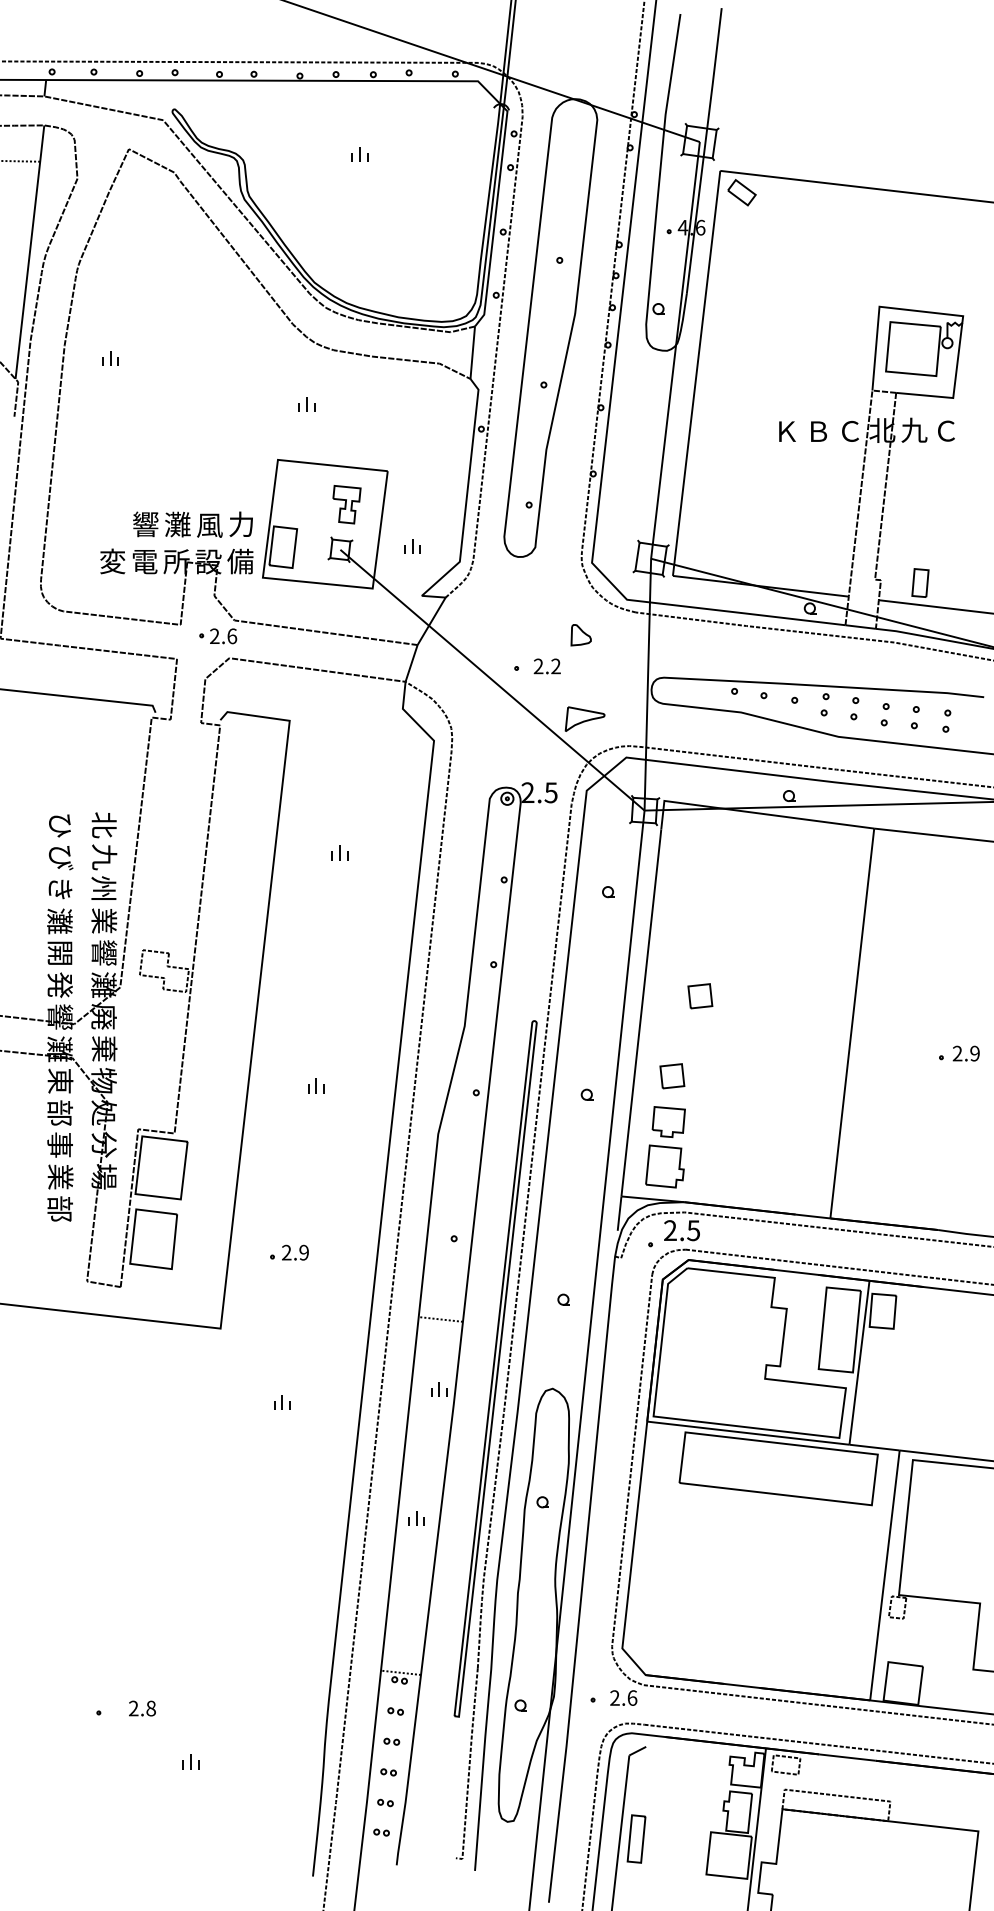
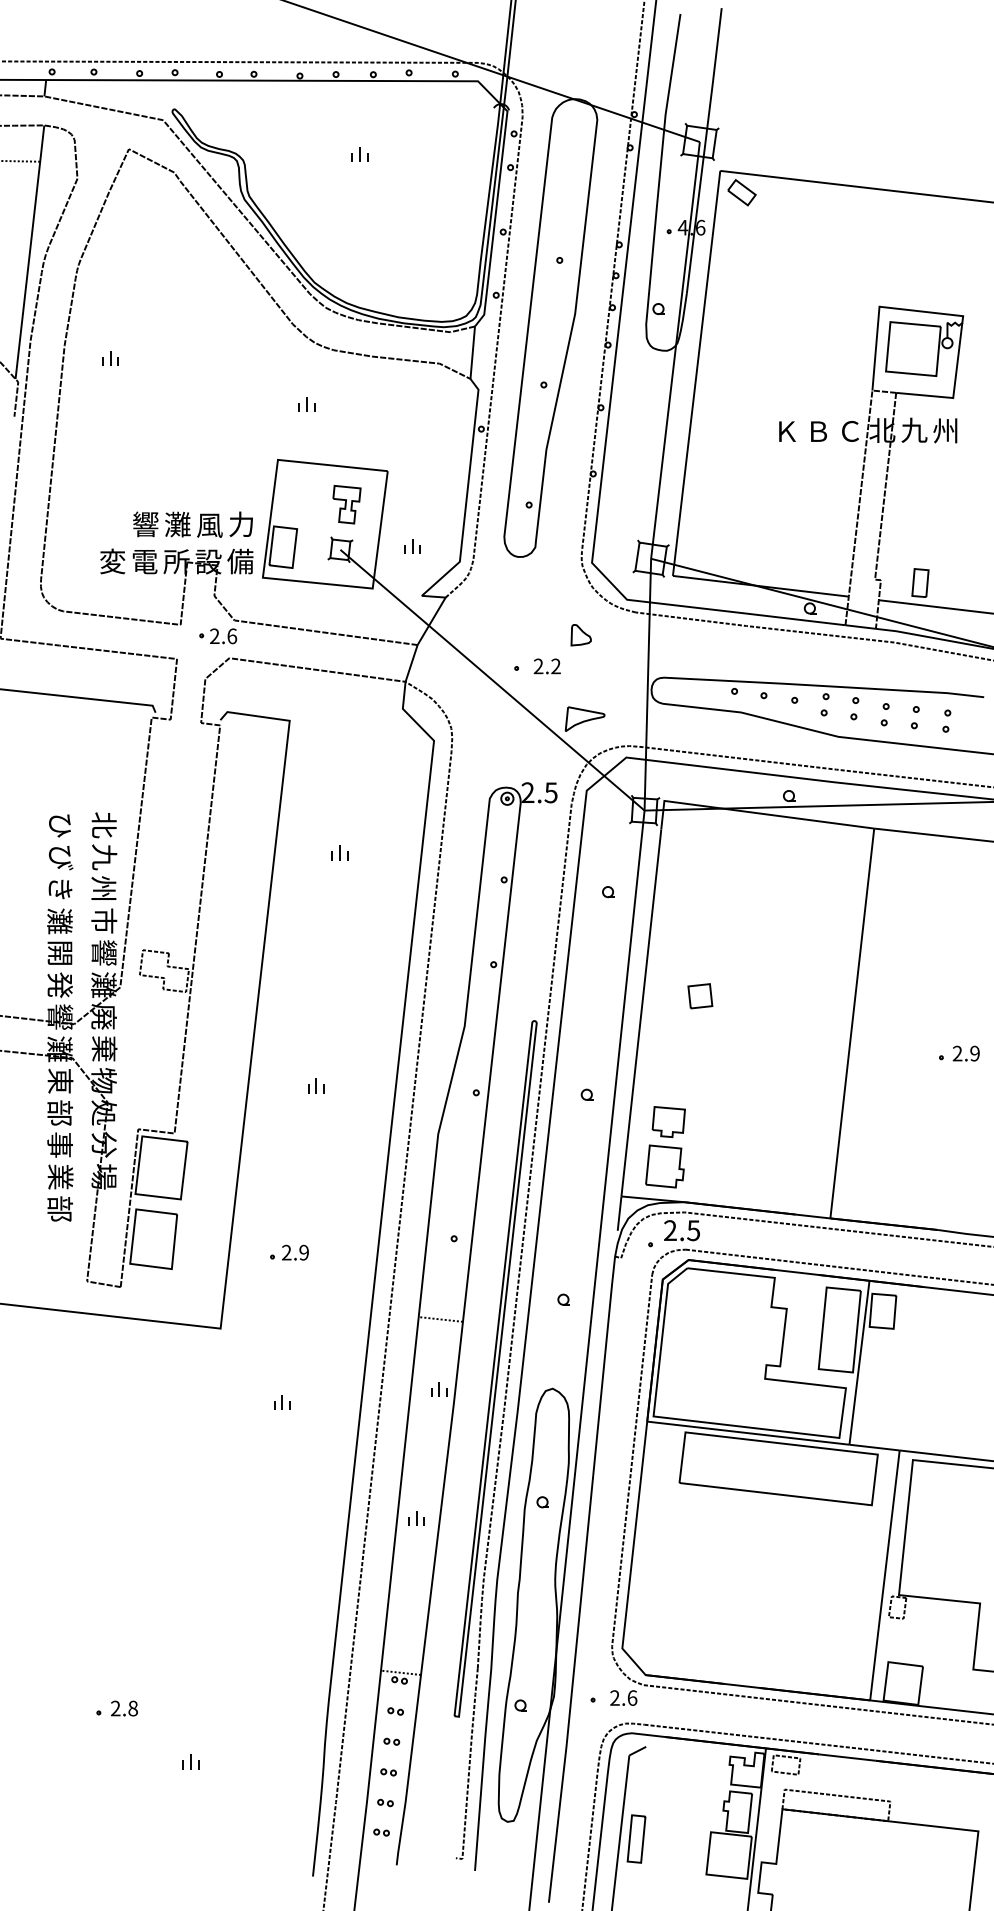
text at (945, 430): Ｃ -> 州
text at (104, 920): 業 -> 市
part at (672, 1076): present -> none
text at (142, 1708) position: (142, 1708) -> (124, 1708)
